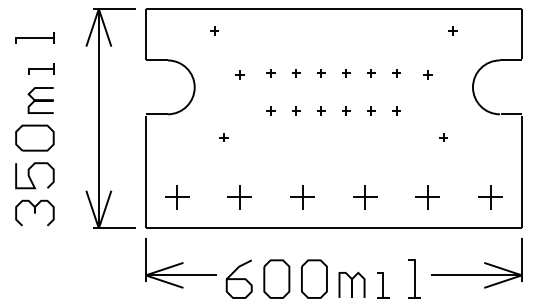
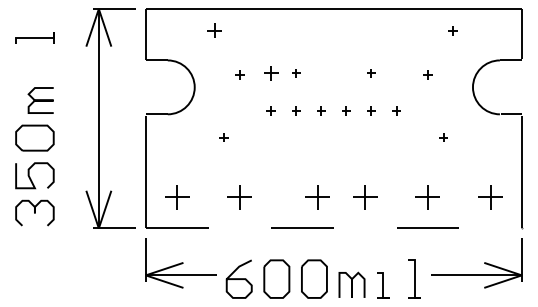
part at (214, 30) size: 9x10 px -> 15x15 px
line at (41, 68): present -> none
part at (270, 73) size: 10x9 px -> 15x15 px
part at (321, 73): present -> none
part at (346, 73): present -> none
part at (396, 73): present -> none
part at (302, 197) position: (302, 197) -> (317, 197)
line at (333, 228): solid -> dashed
